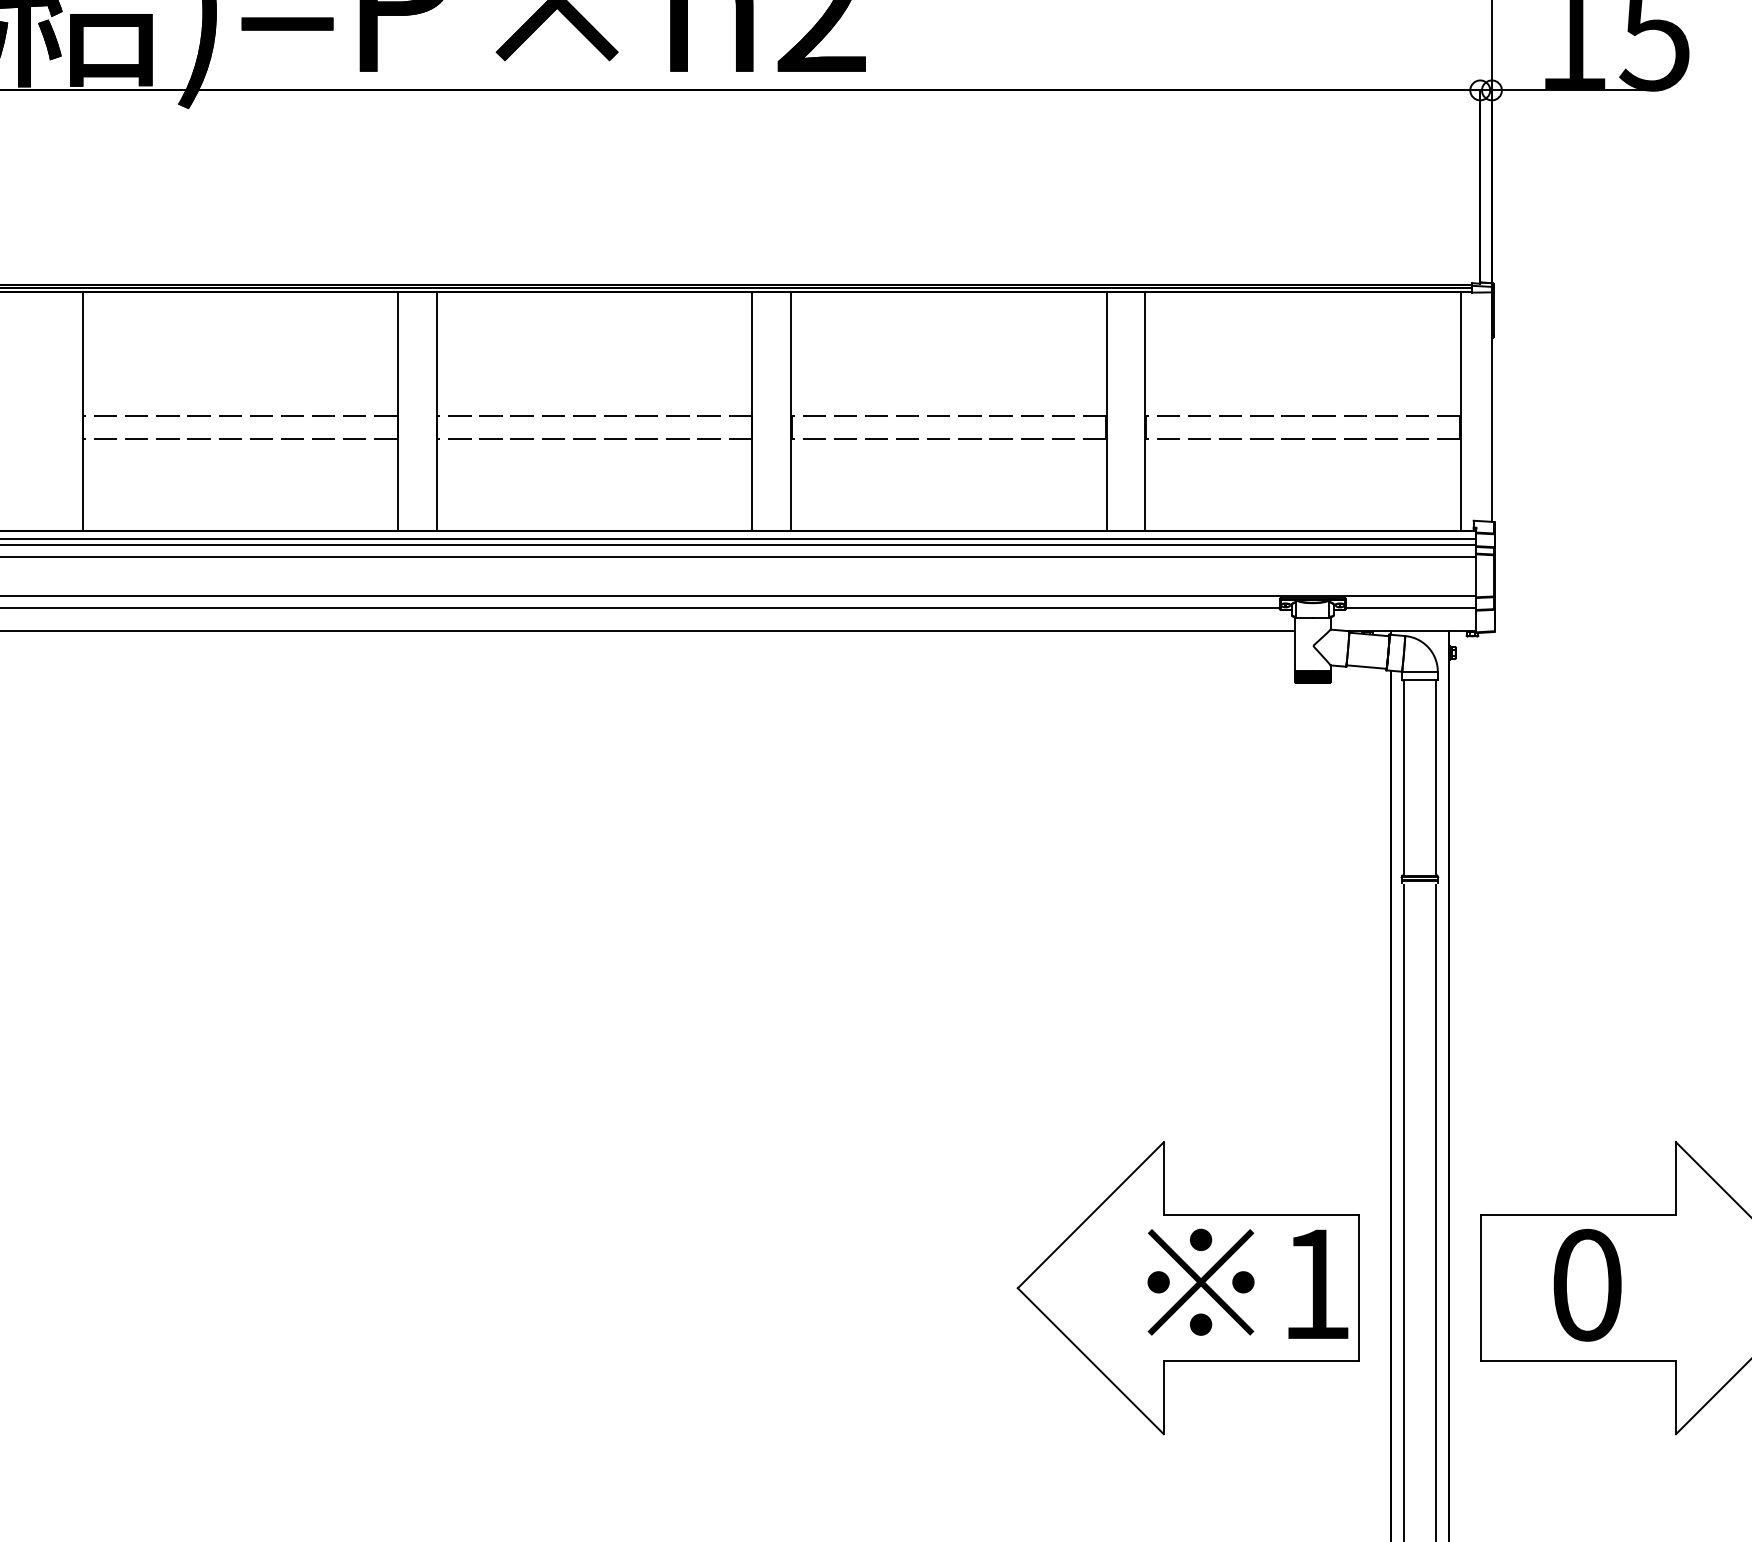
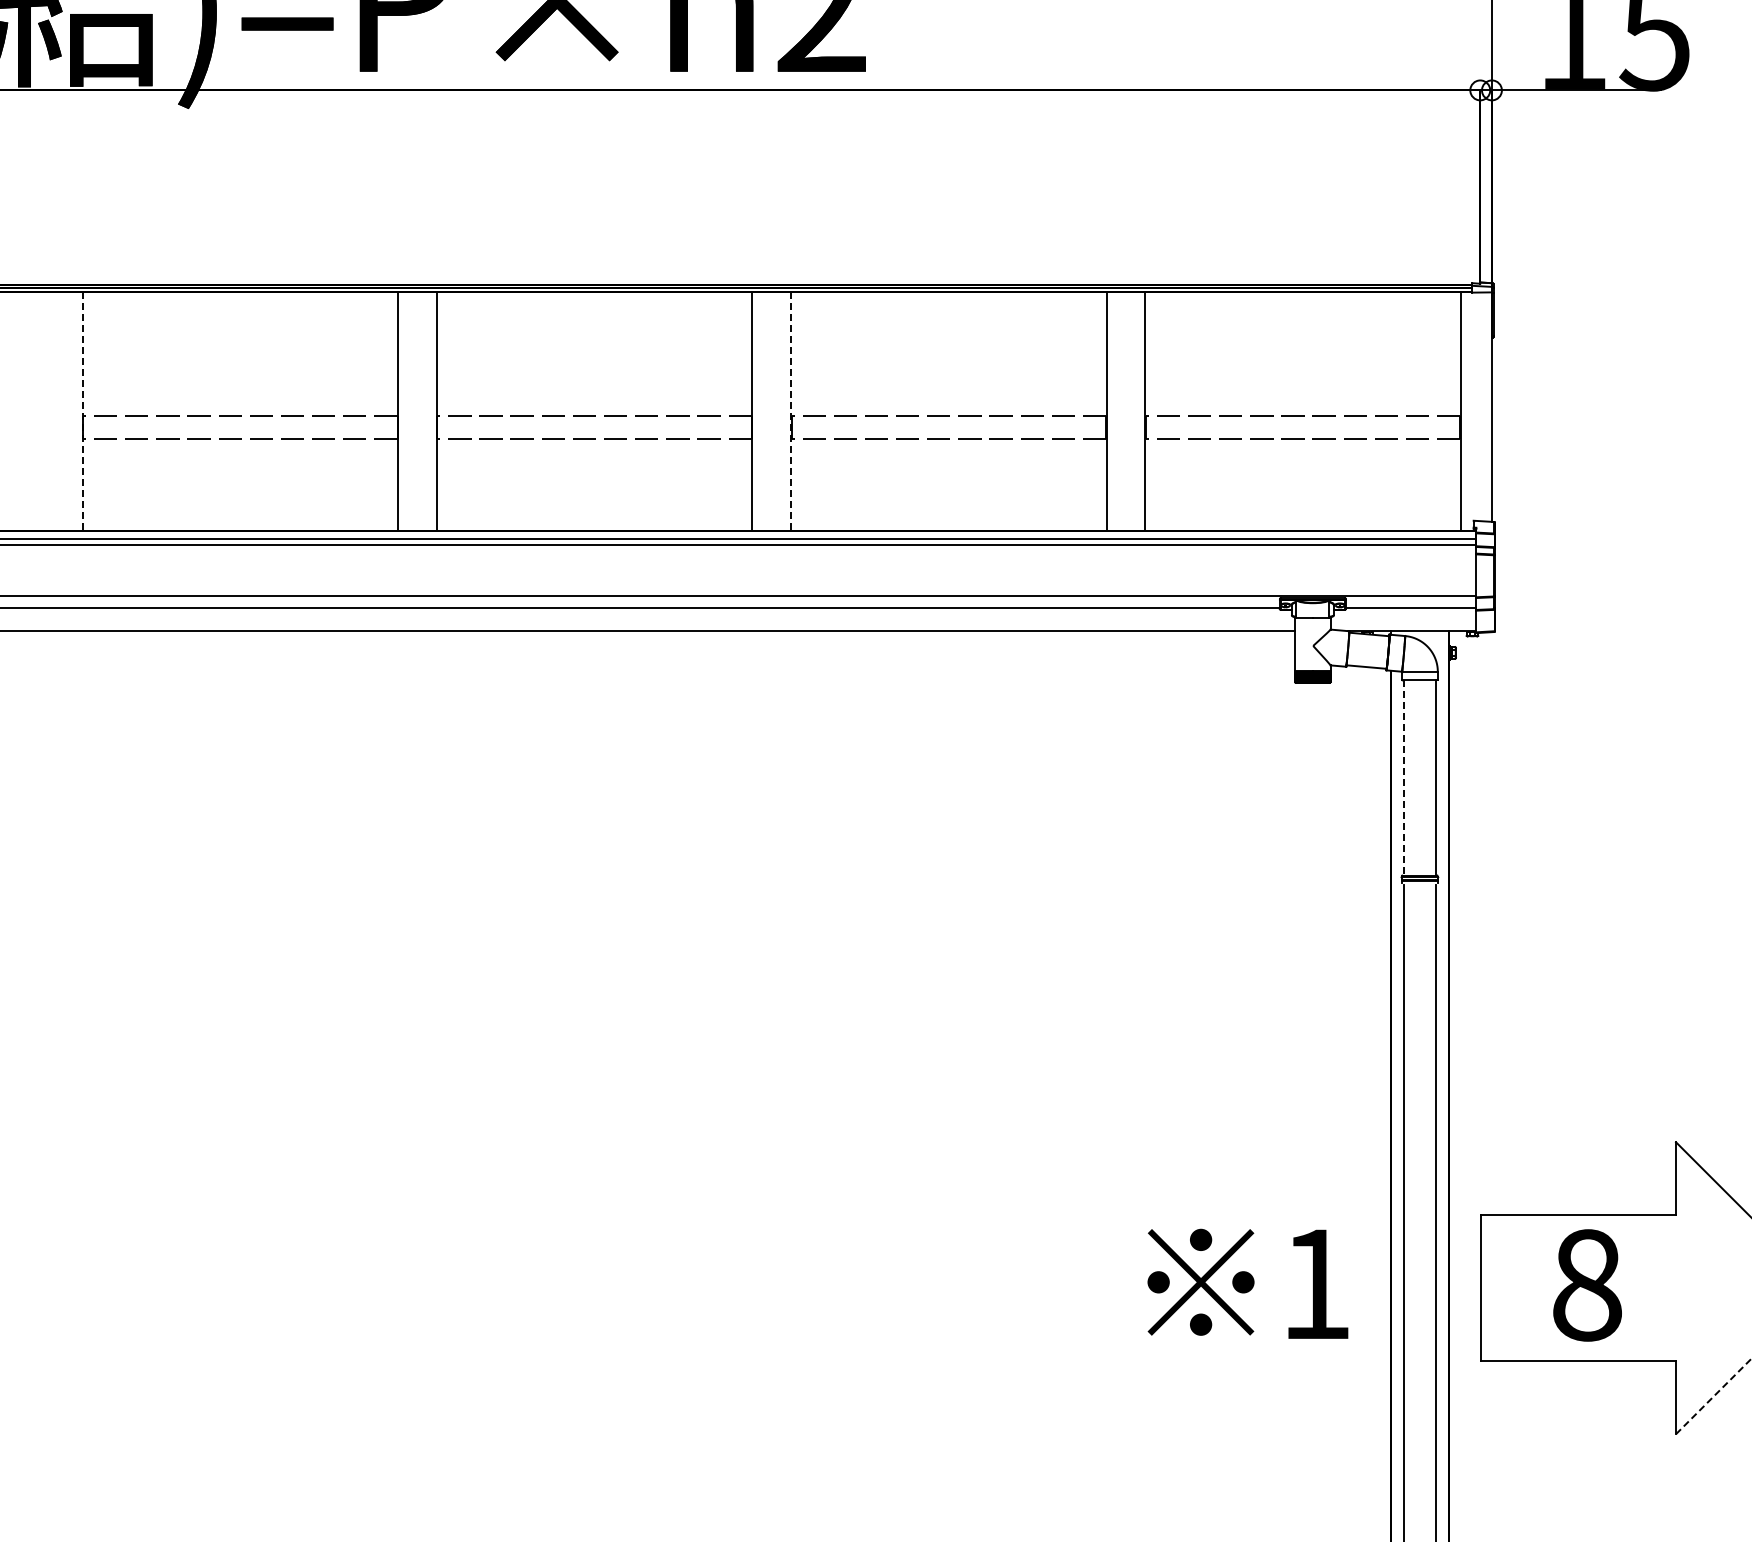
line at (82, 412): solid -> dashed
line at (791, 412): solid -> dashed
line at (739, 557): present -> none
line at (1403, 778): solid -> dashed
text at (1587, 1285): 0 -> 8
part at (1187, 1288): present -> none
line at (1714, 1396): solid -> dashed
